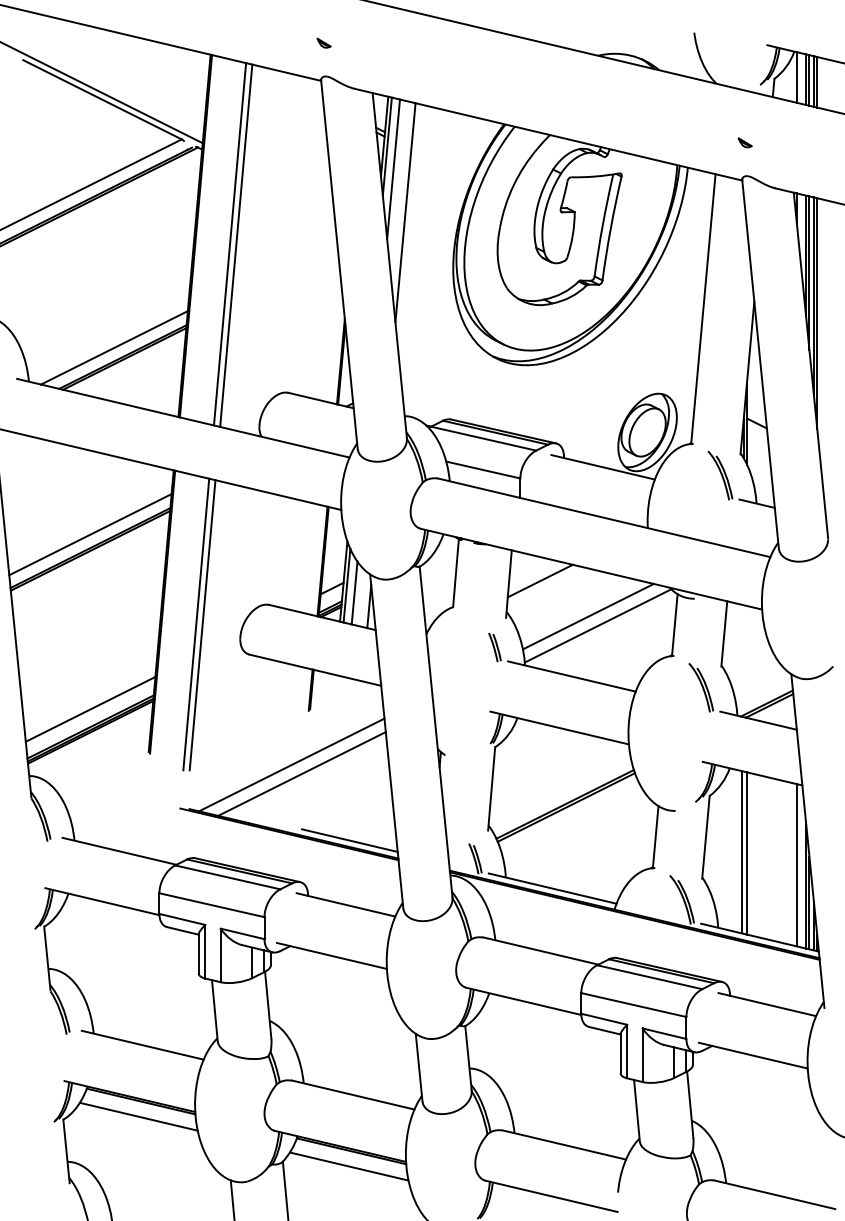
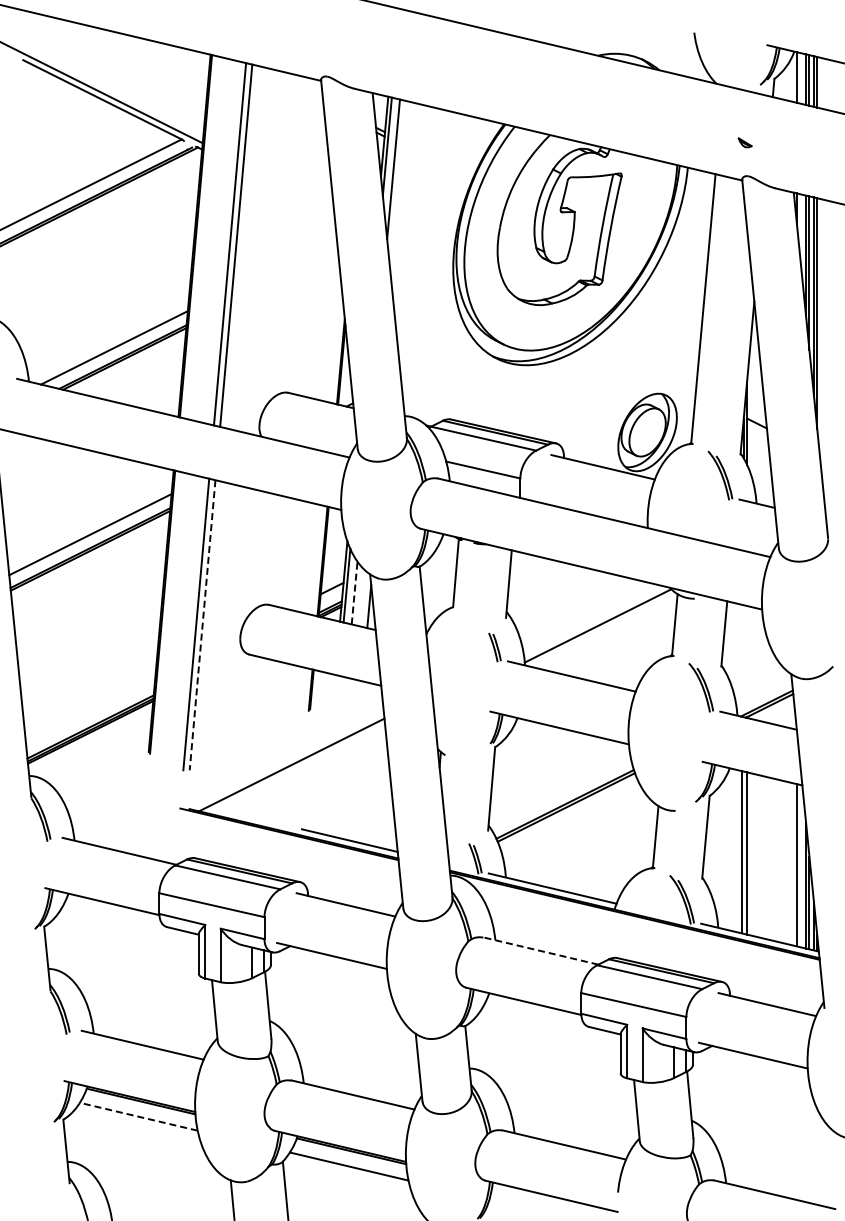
part at (323, 42): present -> none
line at (405, 212): present -> none
line at (539, 580): present -> none
line at (354, 593): solid -> dashed
line at (587, 616): present -> none
line at (202, 625): solid -> dashed
line at (90, 708): present -> none
line at (301, 773): present -> none
line at (540, 950): solid -> dashed
line at (138, 1116): solid -> dashed
